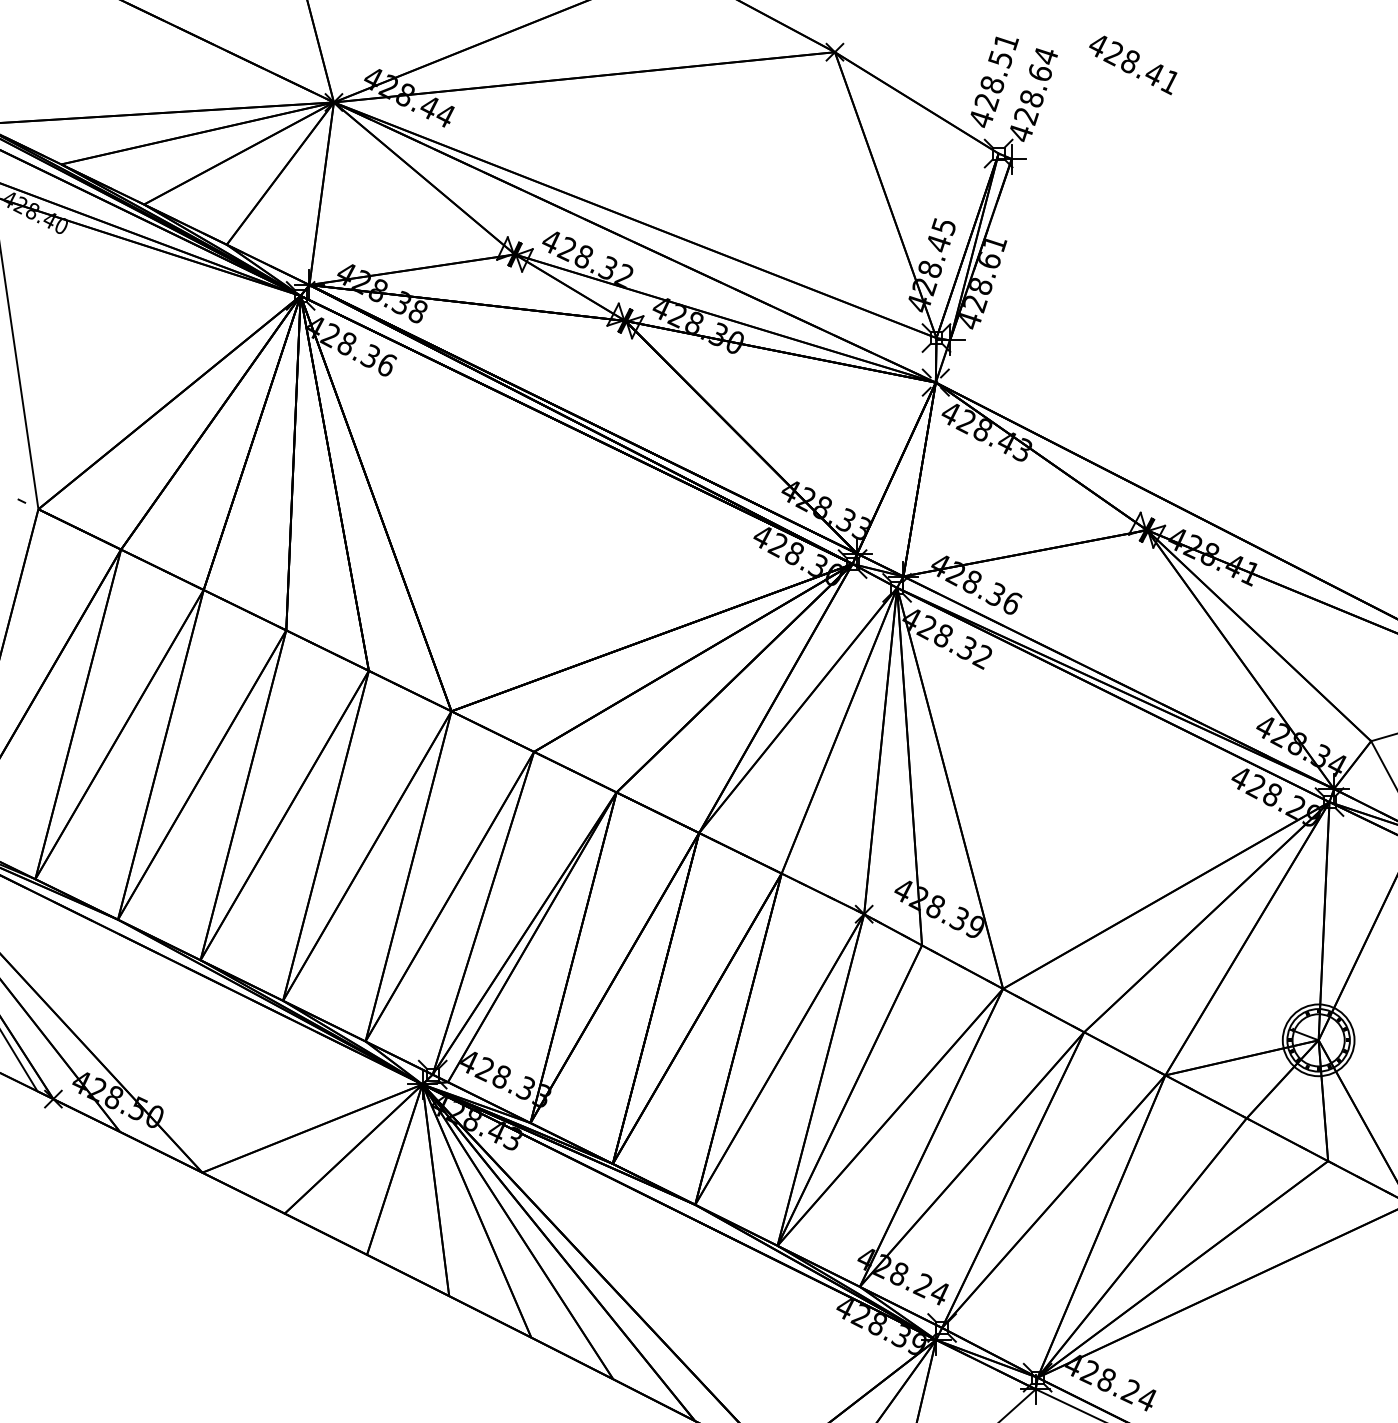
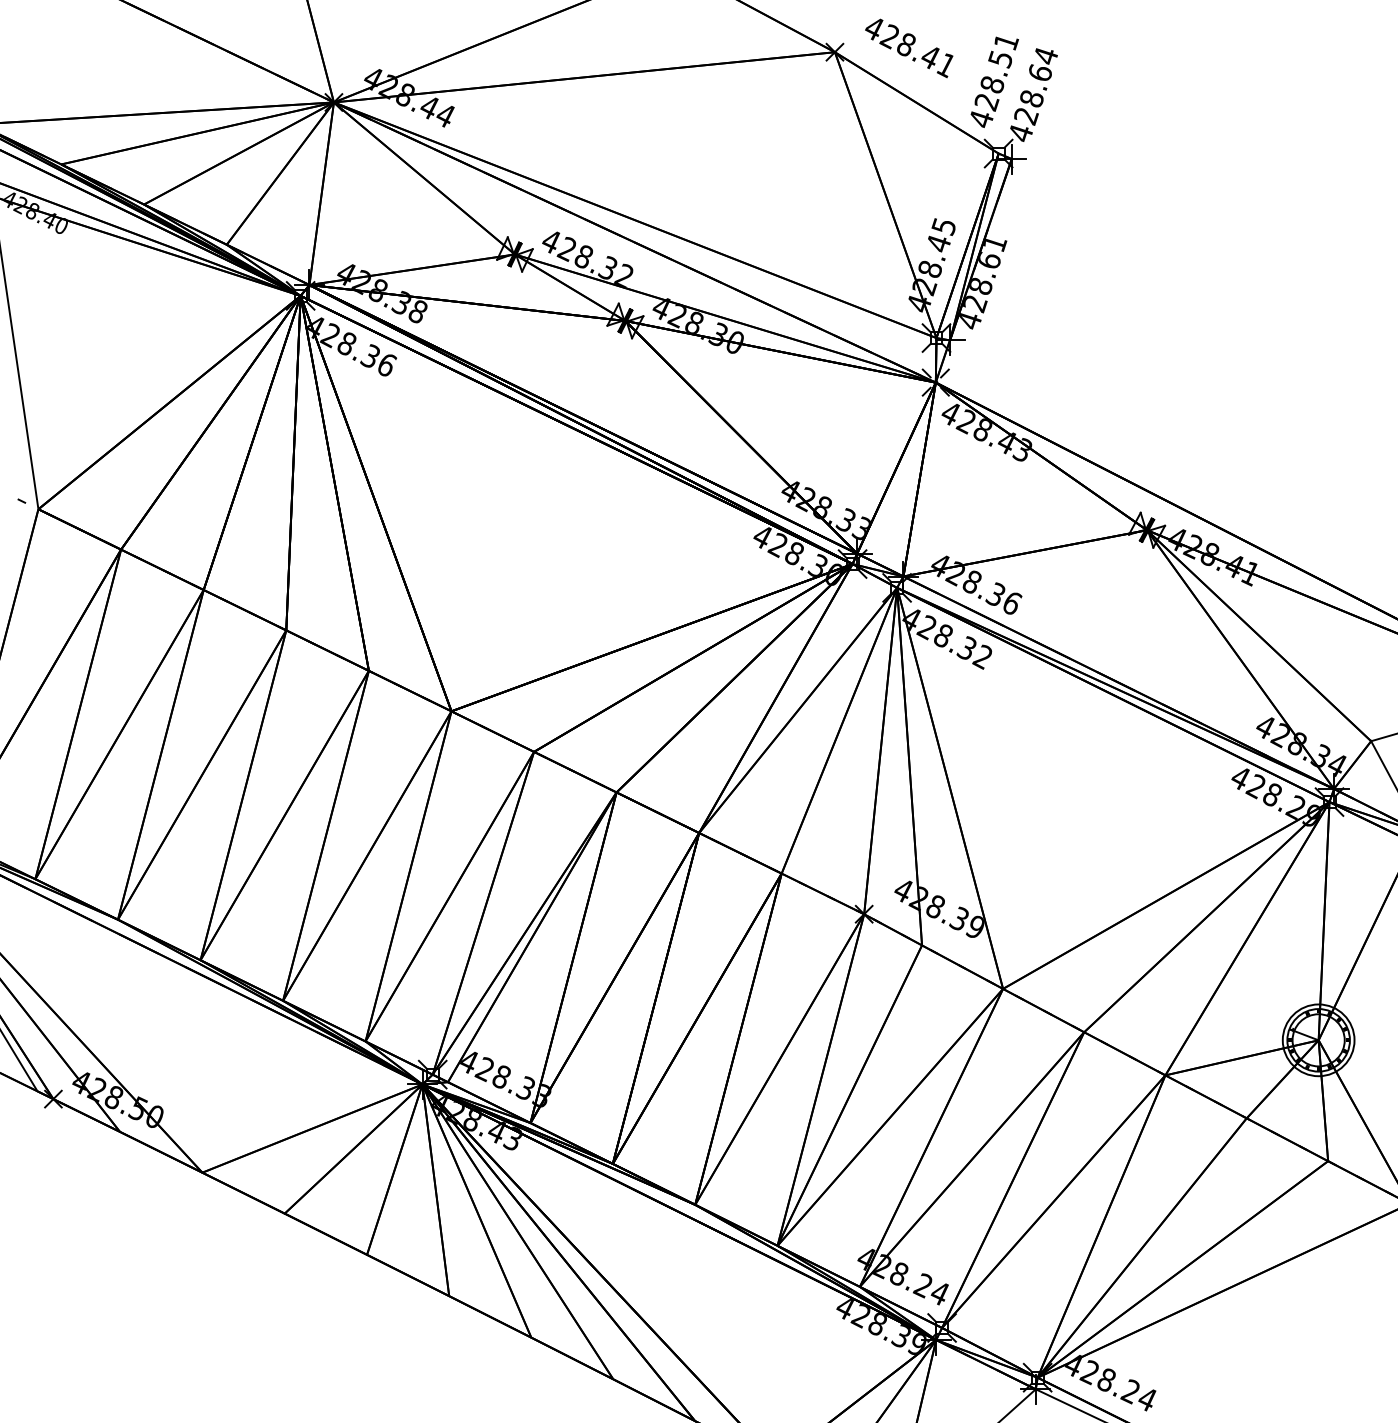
text at (1133, 65) position: (1133, 65) -> (909, 48)
